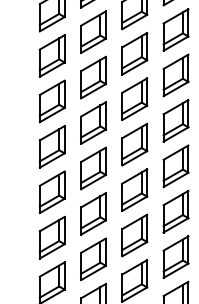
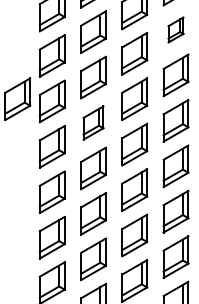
part at (175, 29) size: 28x44 px -> 18x28 px
part at (17, 98): none -> present
part at (93, 122) size: 27x44 px -> 23x36 px
